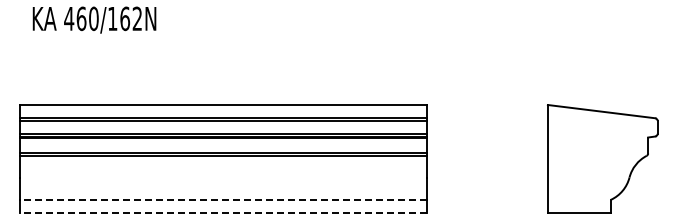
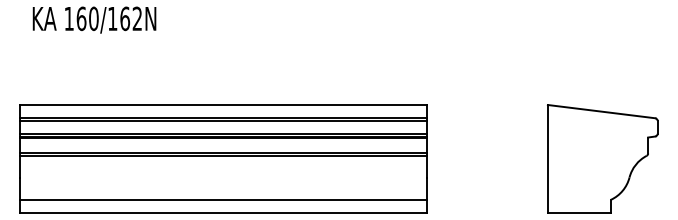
text at (69, 18): 460/162N -> 160/162N
line at (223, 199): dashed -> solid
line at (223, 213): dashed -> solid
